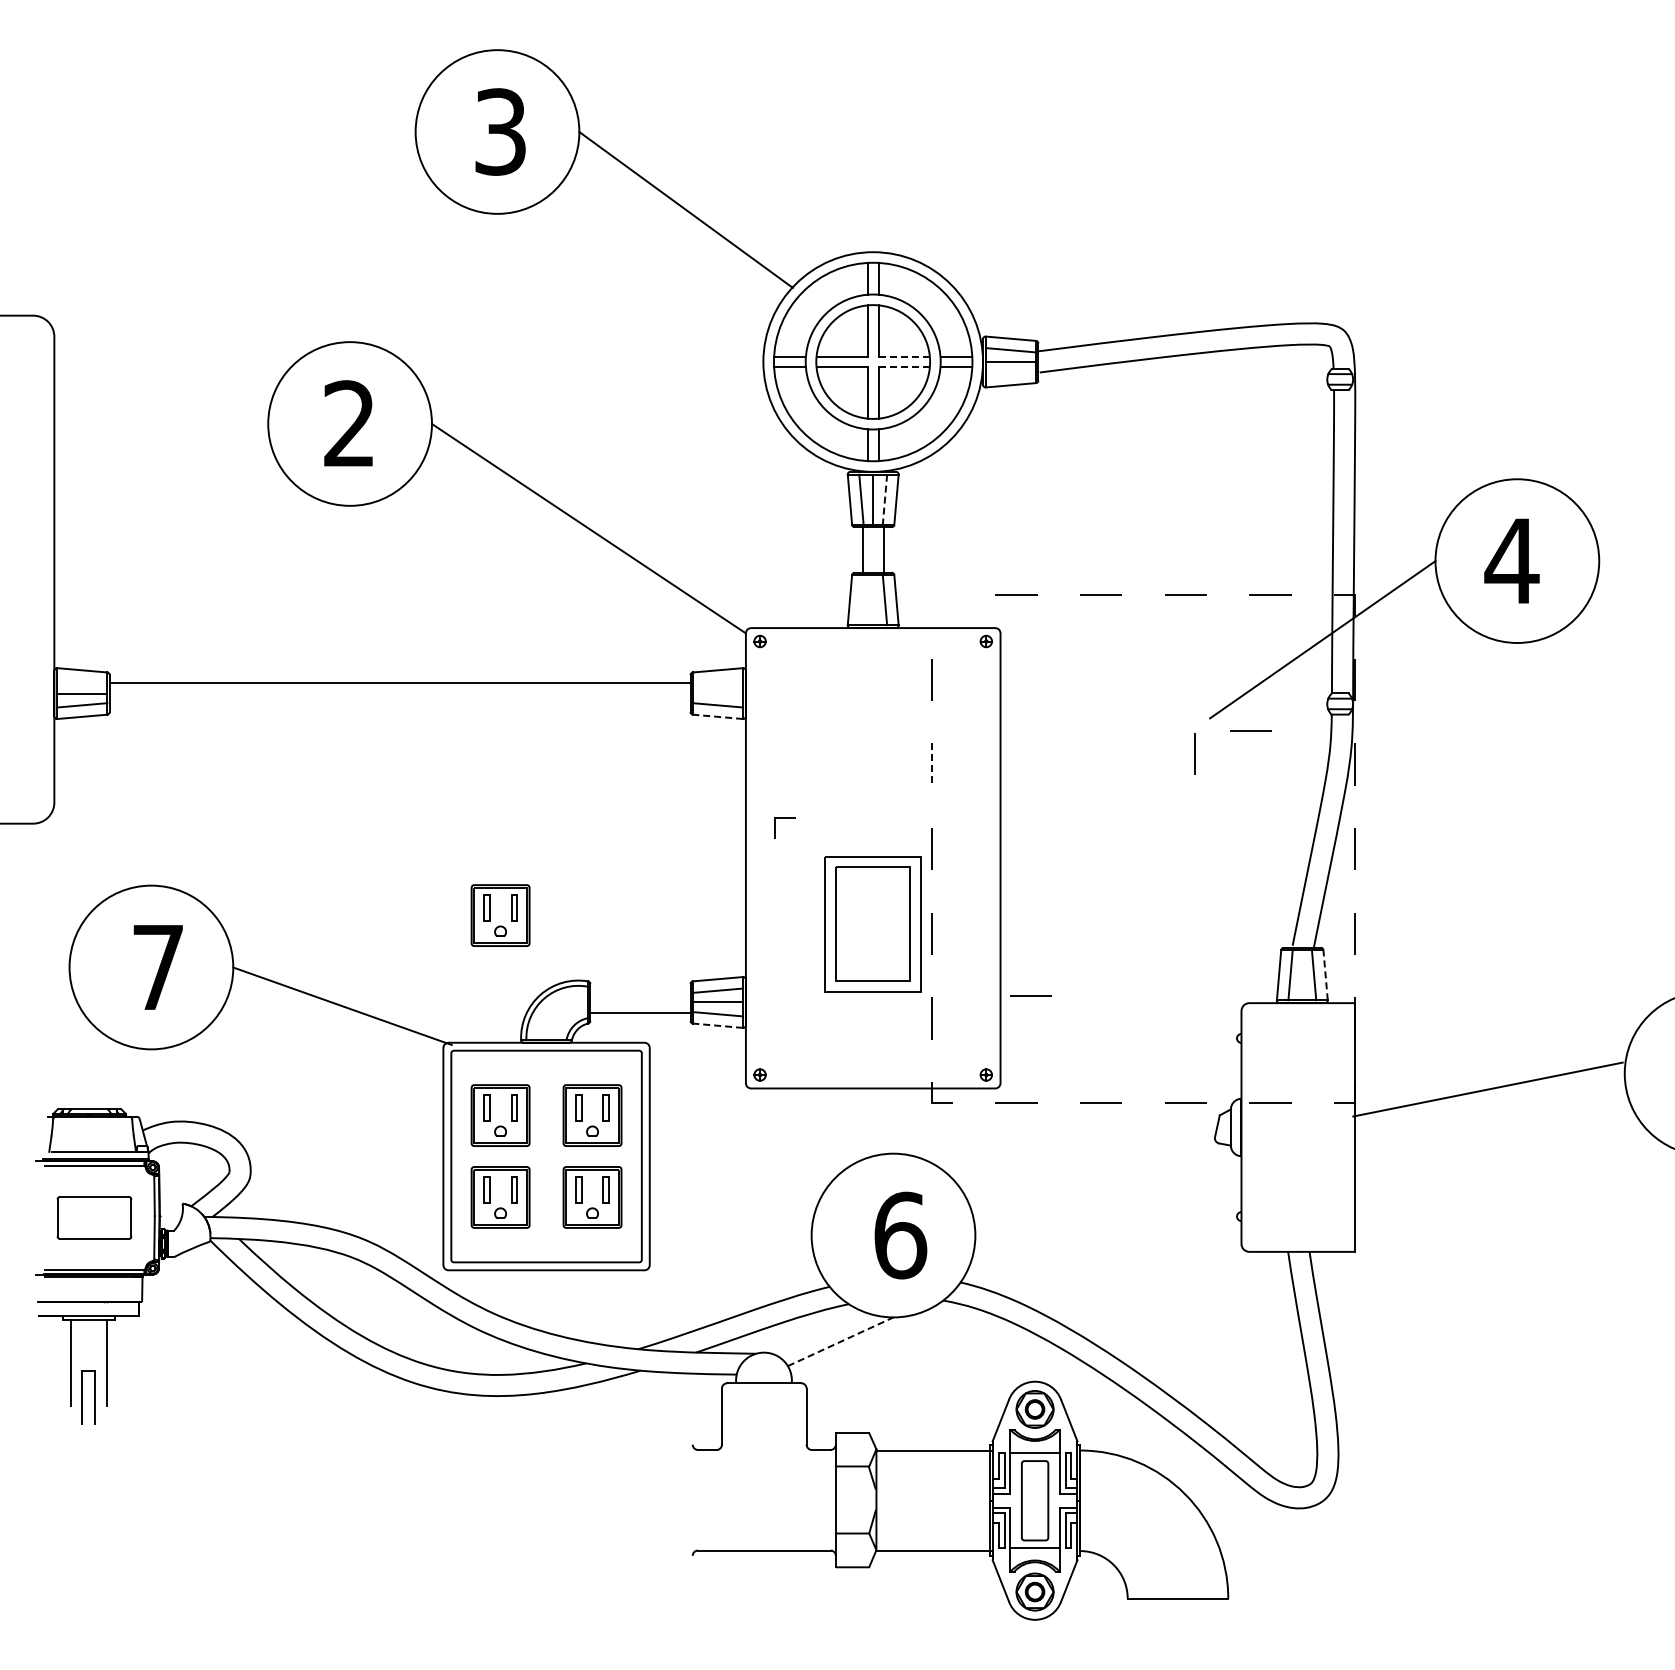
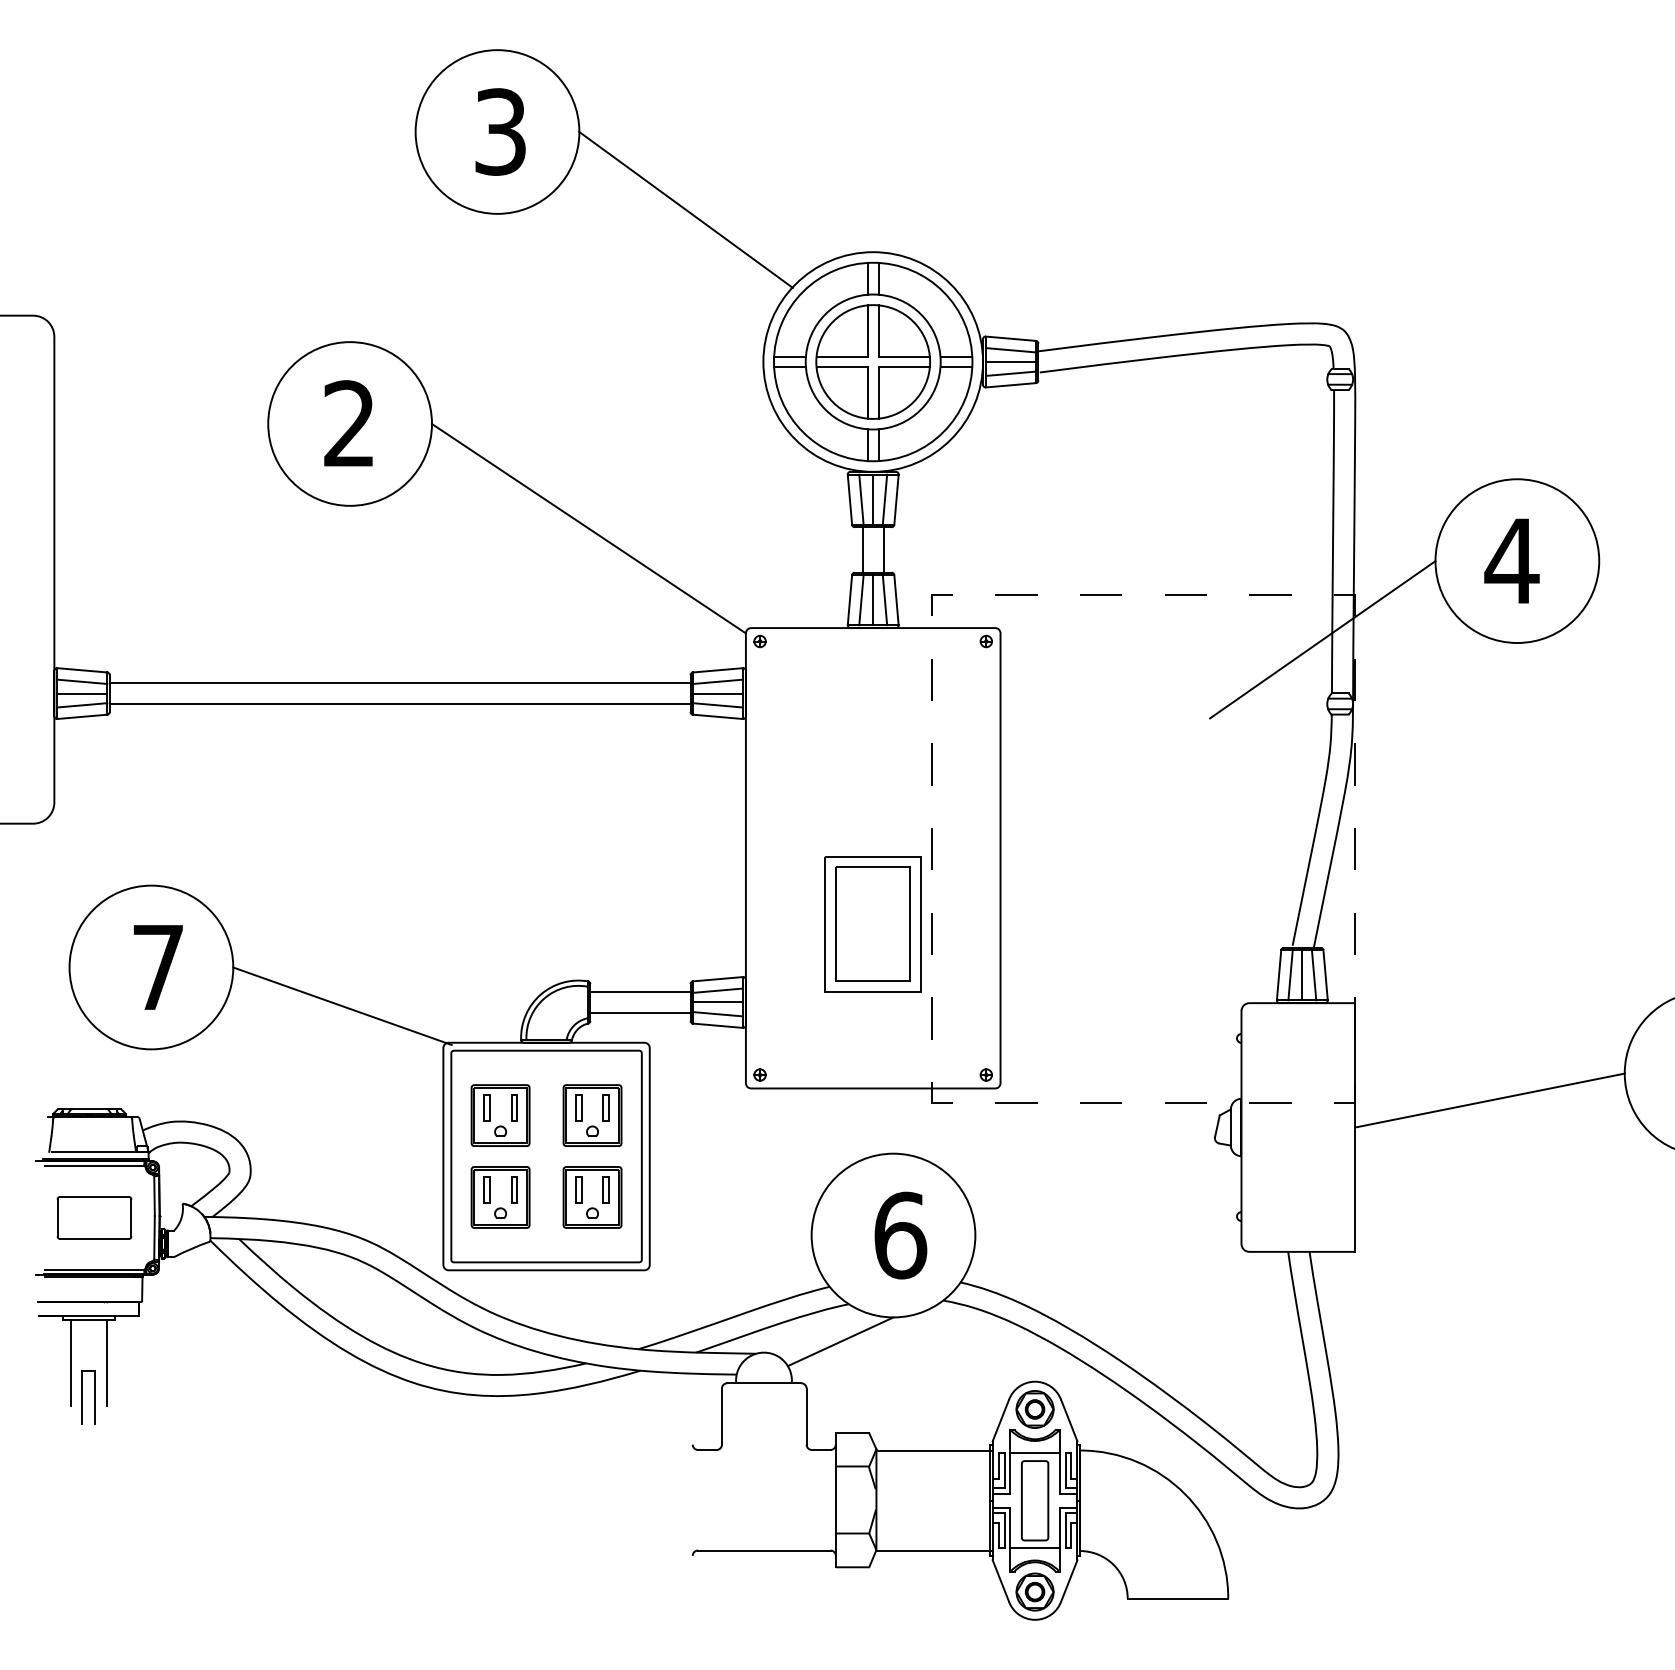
line at (904, 356): dashed -> solid
line at (904, 367): dashed -> solid
line at (1010, 373): none -> present
line at (884, 500): dashed -> solid
line at (861, 600): none -> present
line at (873, 600): none -> present
line at (82, 681): none -> present
line at (717, 681): none -> present
line at (717, 693): none -> present
line at (399, 704): none -> present
line at (717, 716): dashed -> solid
line at (1250, 730): present -> none
line at (1194, 753): present -> none
line at (931, 764): dashed -> solid
line at (784, 818) position: (784, 818) -> (941, 595)
part at (500, 915): present -> none
line at (1325, 974): dashed -> solid
line at (1302, 975): none -> present
line at (640, 991): none -> present
line at (1030, 995): present -> none
line at (717, 1025): dashed -> solid
line at (1487, 1089) position: (1487, 1089) -> (1489, 1100)
line at (841, 1341): dashed -> solid
